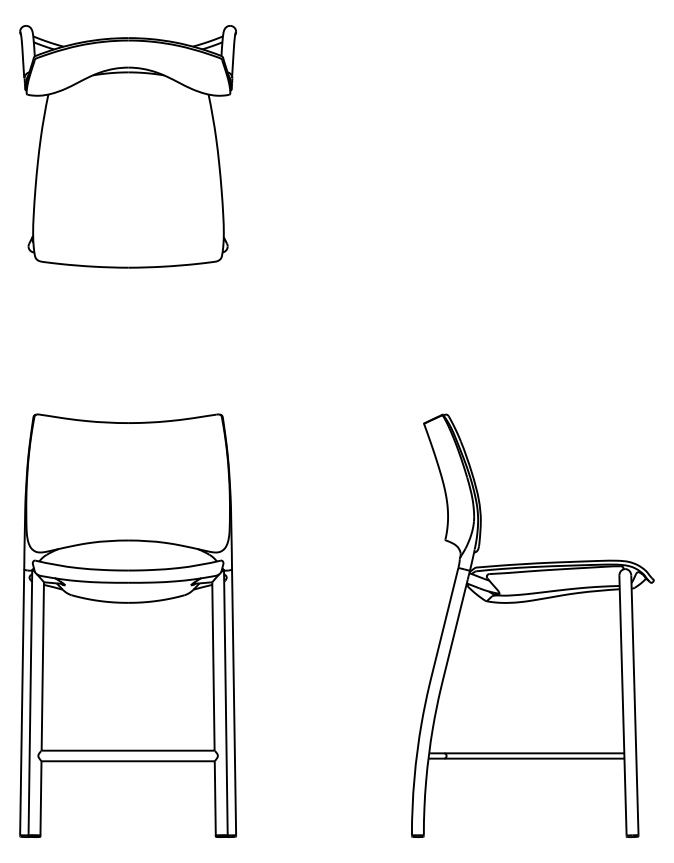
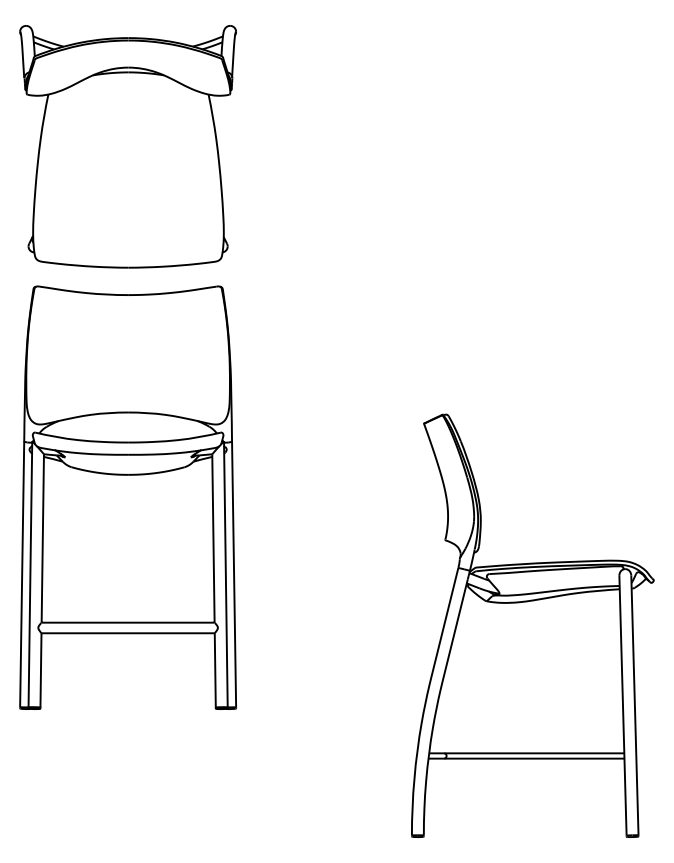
part at (127, 625) position: (127, 625) -> (127, 497)
